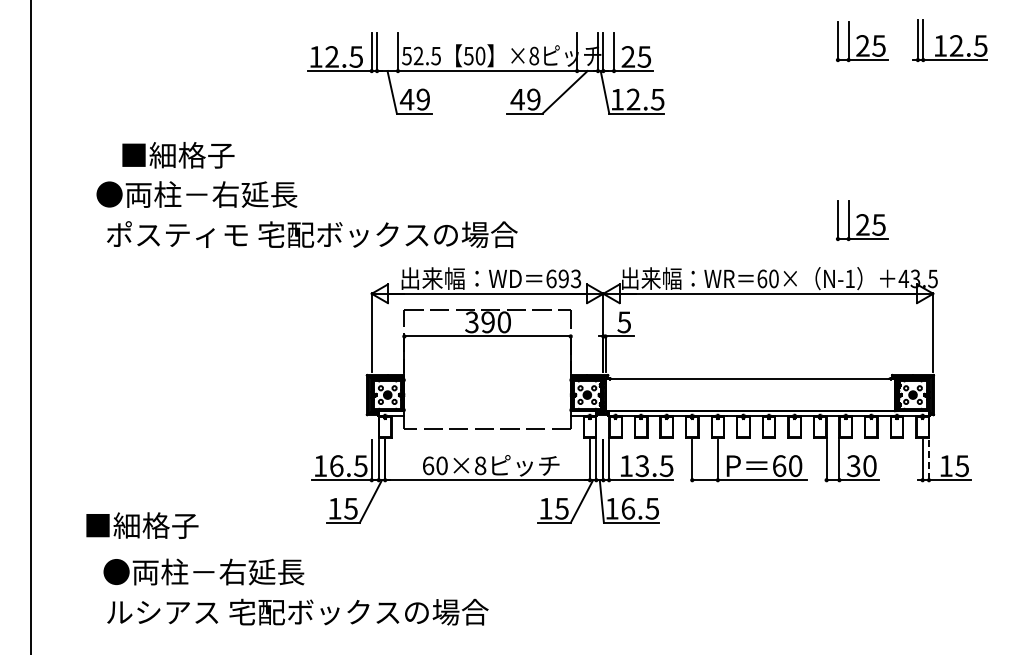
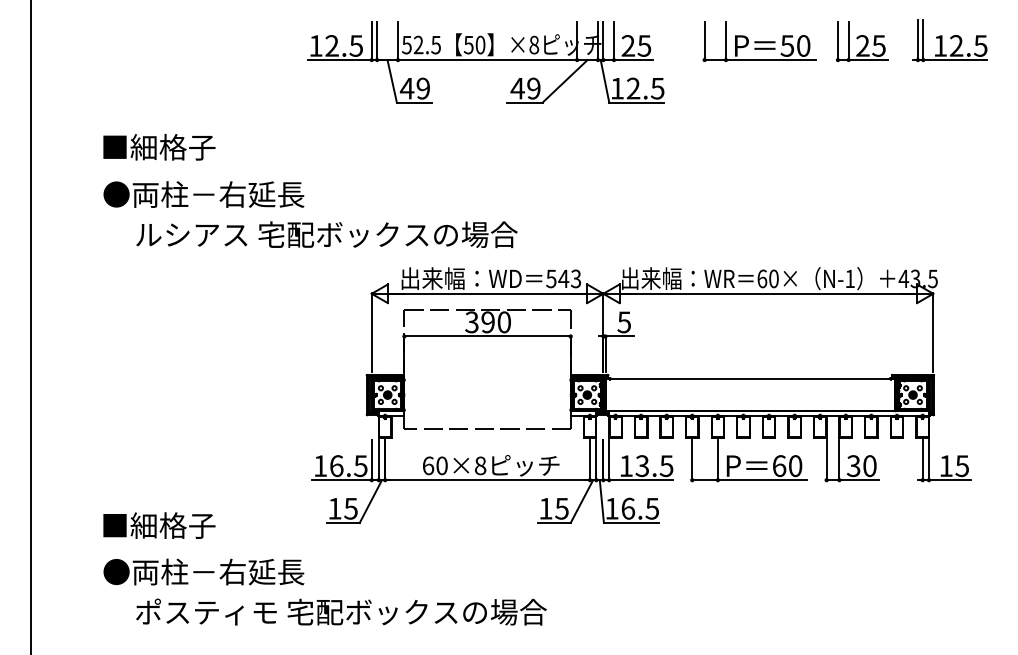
part at (759, 41): none -> present
part at (485, 73) position: (485, 73) -> (485, 62)
text at (178, 155) position: (178, 155) -> (159, 147)
text at (196, 194) position: (196, 194) -> (203, 194)
part at (862, 220): present -> none
text at (177, 234): ポスティモ 宅配ボックスの場合 -> ルシアス 宅配ボックスの場合
text at (557, 278): 693 -> 543
line at (929, 460): dashed -> solid
text at (142, 525) position: (142, 525) -> (159, 525)
text at (326, 611): ルシアス 宅配ボックスの場合 -> ポスティモ 宅配ボックスの場合
